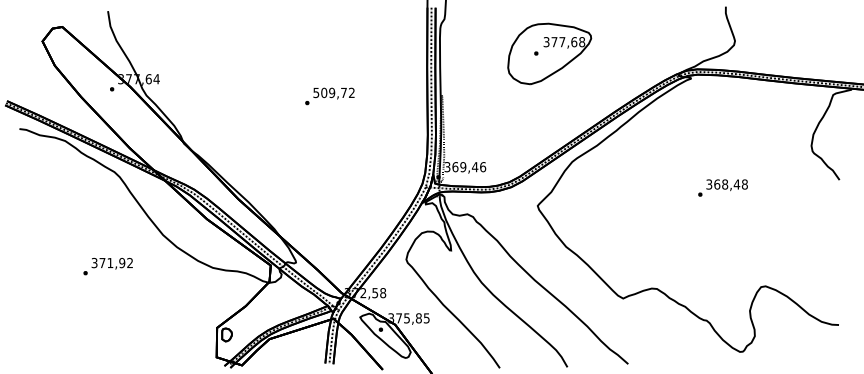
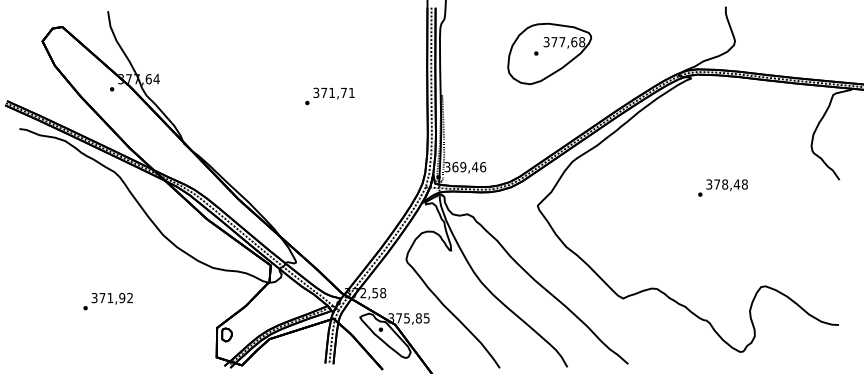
text at (333, 92): 509,72 -> 371,71
text at (717, 184): 368,48 -> 378,48
text at (107, 266) position: (107, 266) -> (107, 301)
